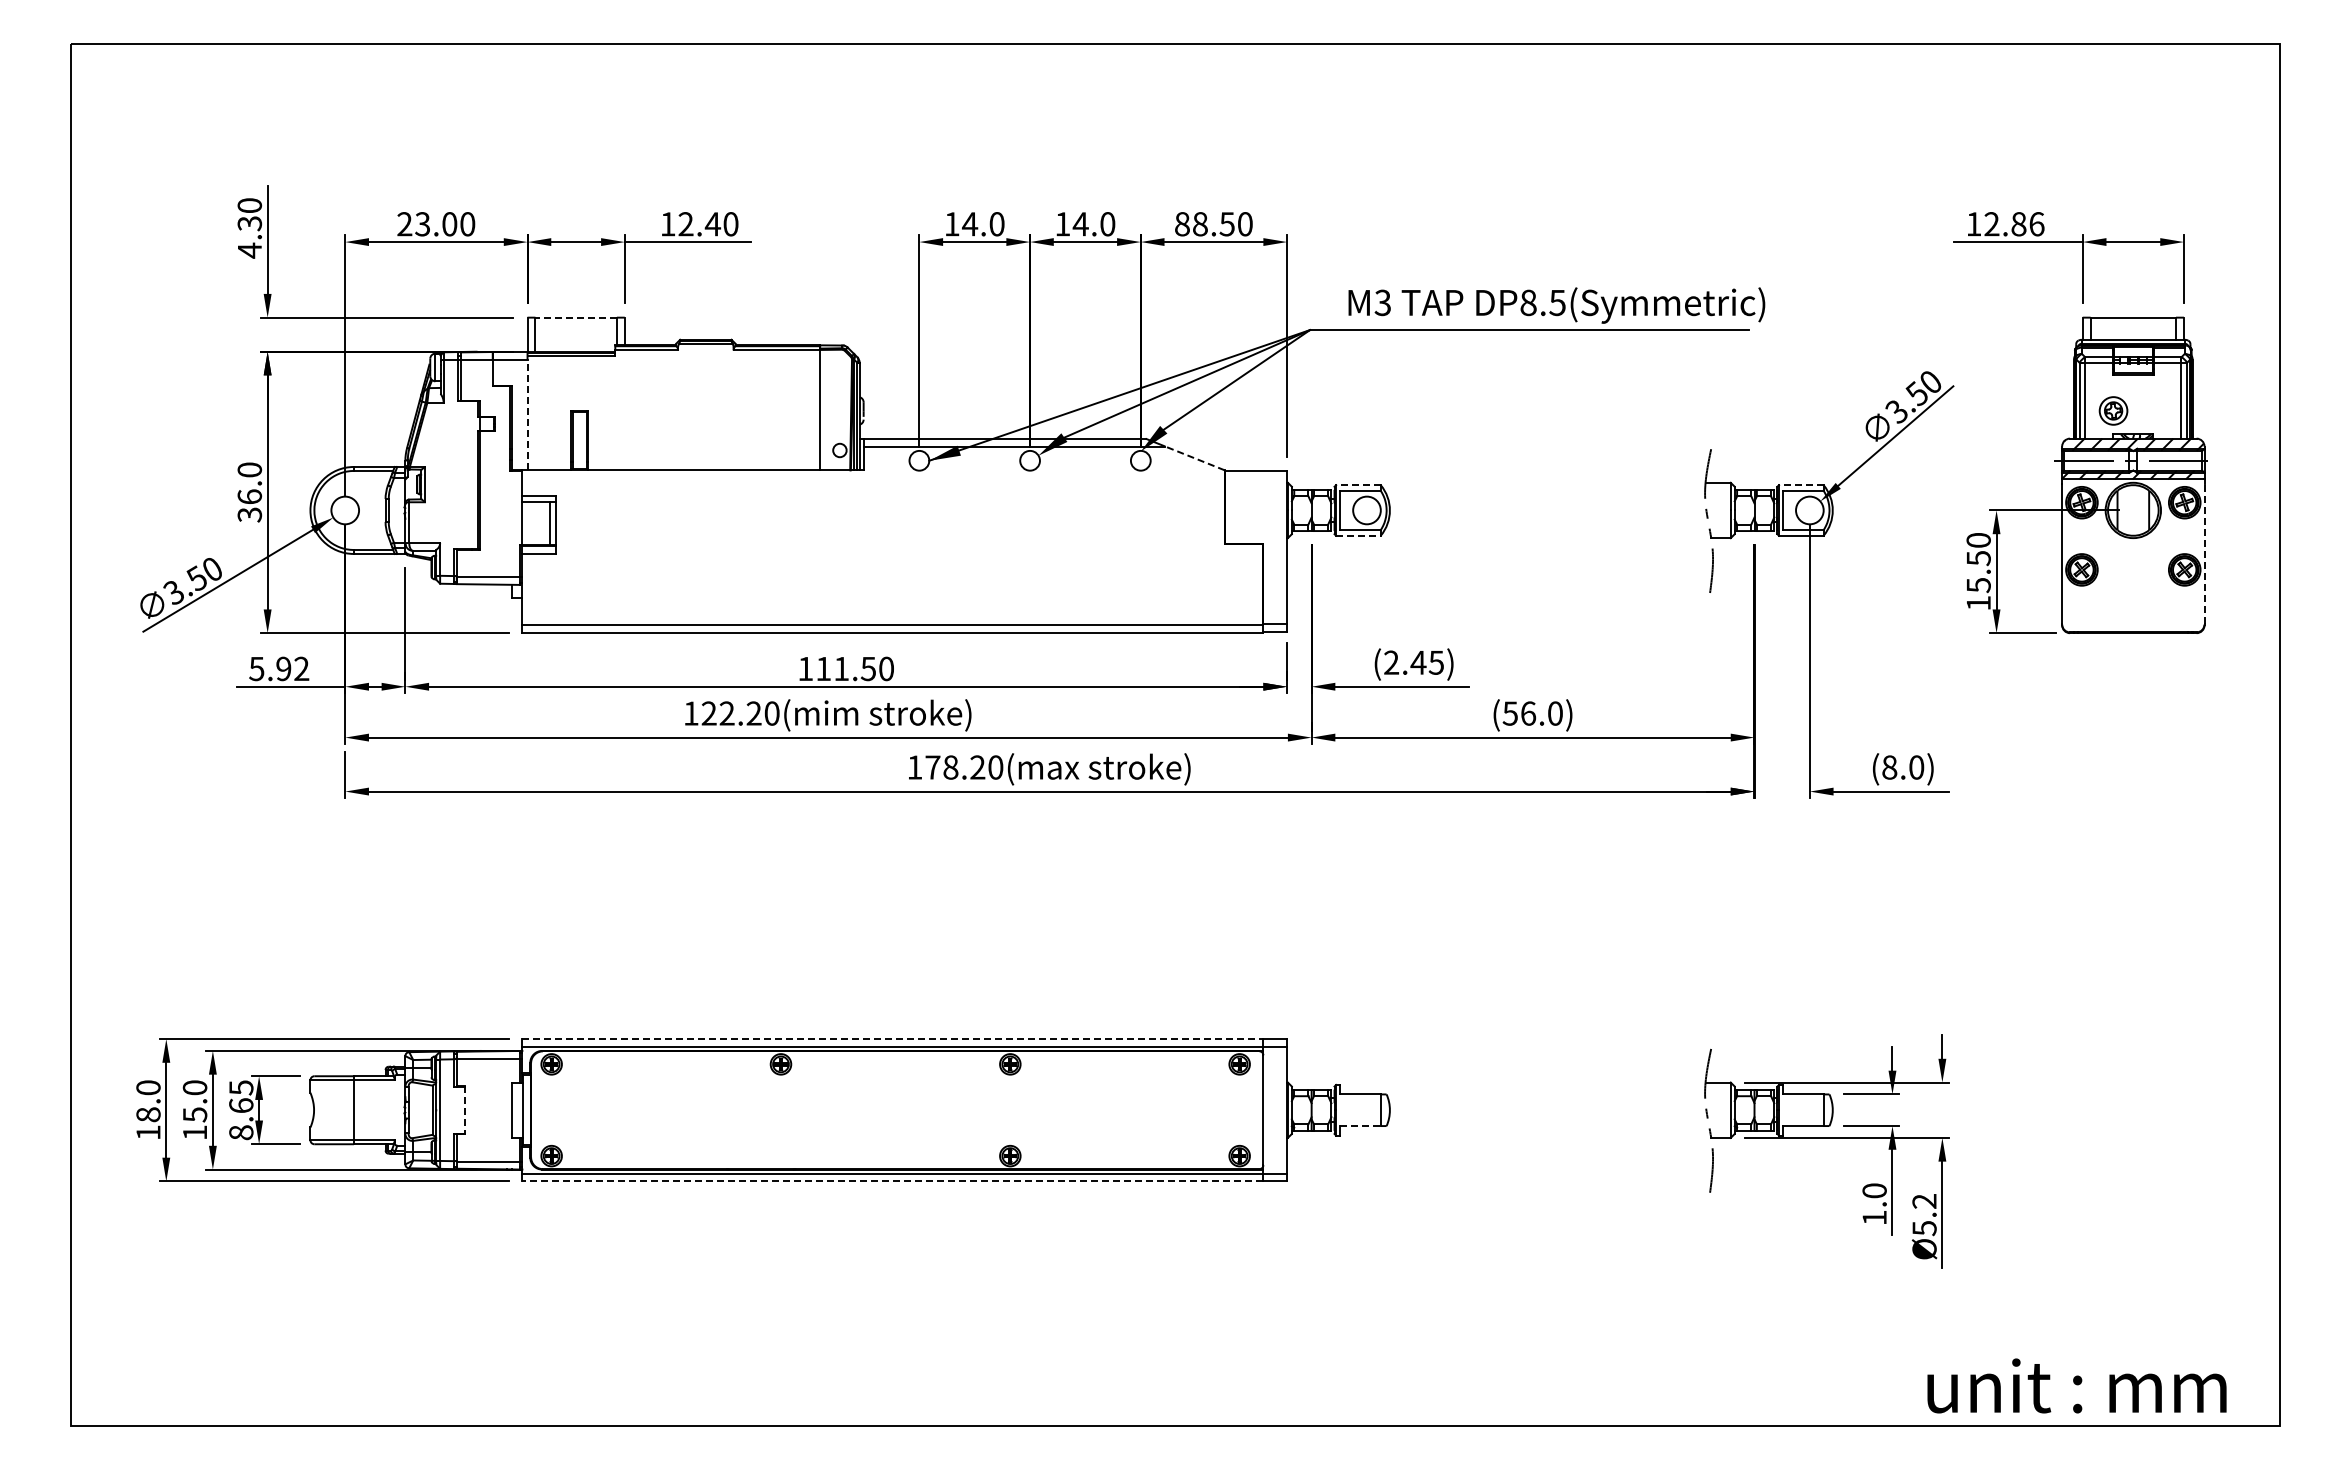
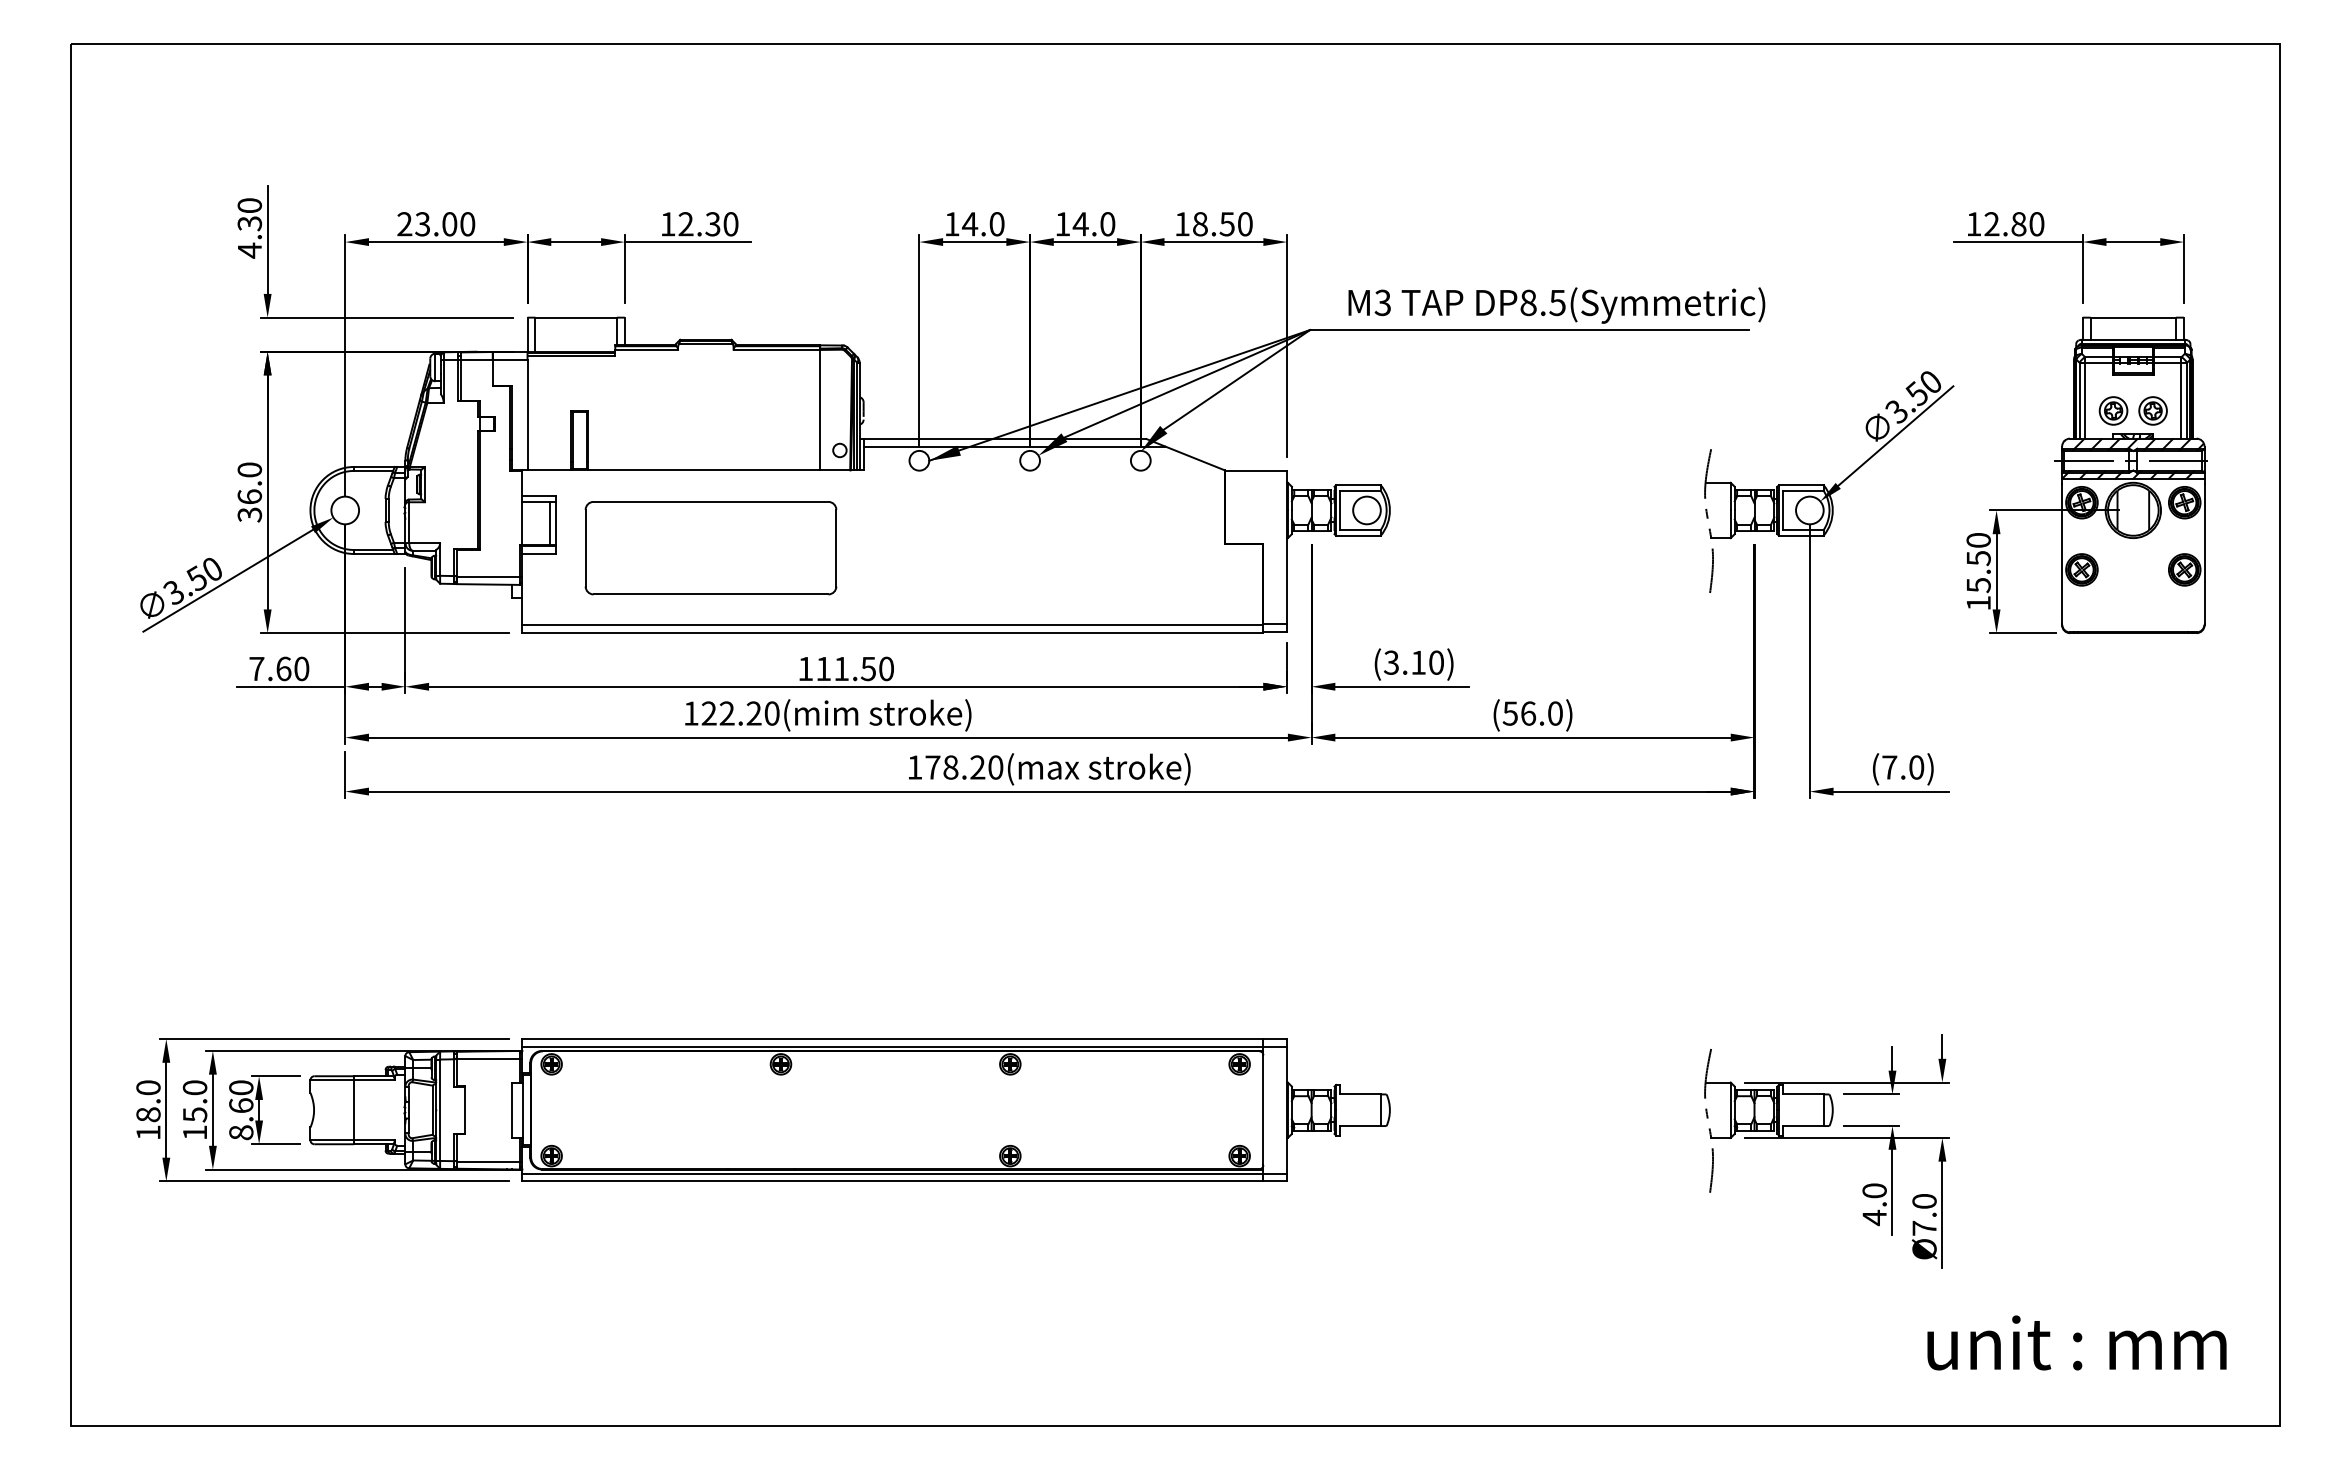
text at (712, 224): 12.40 -> 12.30
text at (1182, 224): 88.50 -> 18.50
text at (2036, 224): 12.86 -> 12.80
line at (576, 317): dashed -> solid
part at (2152, 410): none -> present
line at (527, 414): dashed -> solid
line at (1194, 458): dashed -> solid
line at (1357, 485): dashed -> solid
line at (1800, 485): dashed -> solid
line at (1358, 535): dashed -> solid
part at (710, 548): none -> present
line at (2204, 553): dashed -> solid
text at (1413, 662): (2.45) -> (3.10)
text at (279, 668): 5.92 -> 7.60
text at (1889, 767): (8.0) -> (7.0)
line at (892, 1039): dashed -> solid
text at (241, 1087): 8.65 -> 8.60
line at (464, 1110): dashed -> solid
line at (1360, 1126): dashed -> solid
line at (892, 1181): dashed -> solid
text at (1924, 1215): Ø5.2 -> Ø7.0
text at (1874, 1217): 1.0 -> 4.0
text at (2076, 1385) position: (2076, 1385) -> (2076, 1342)
